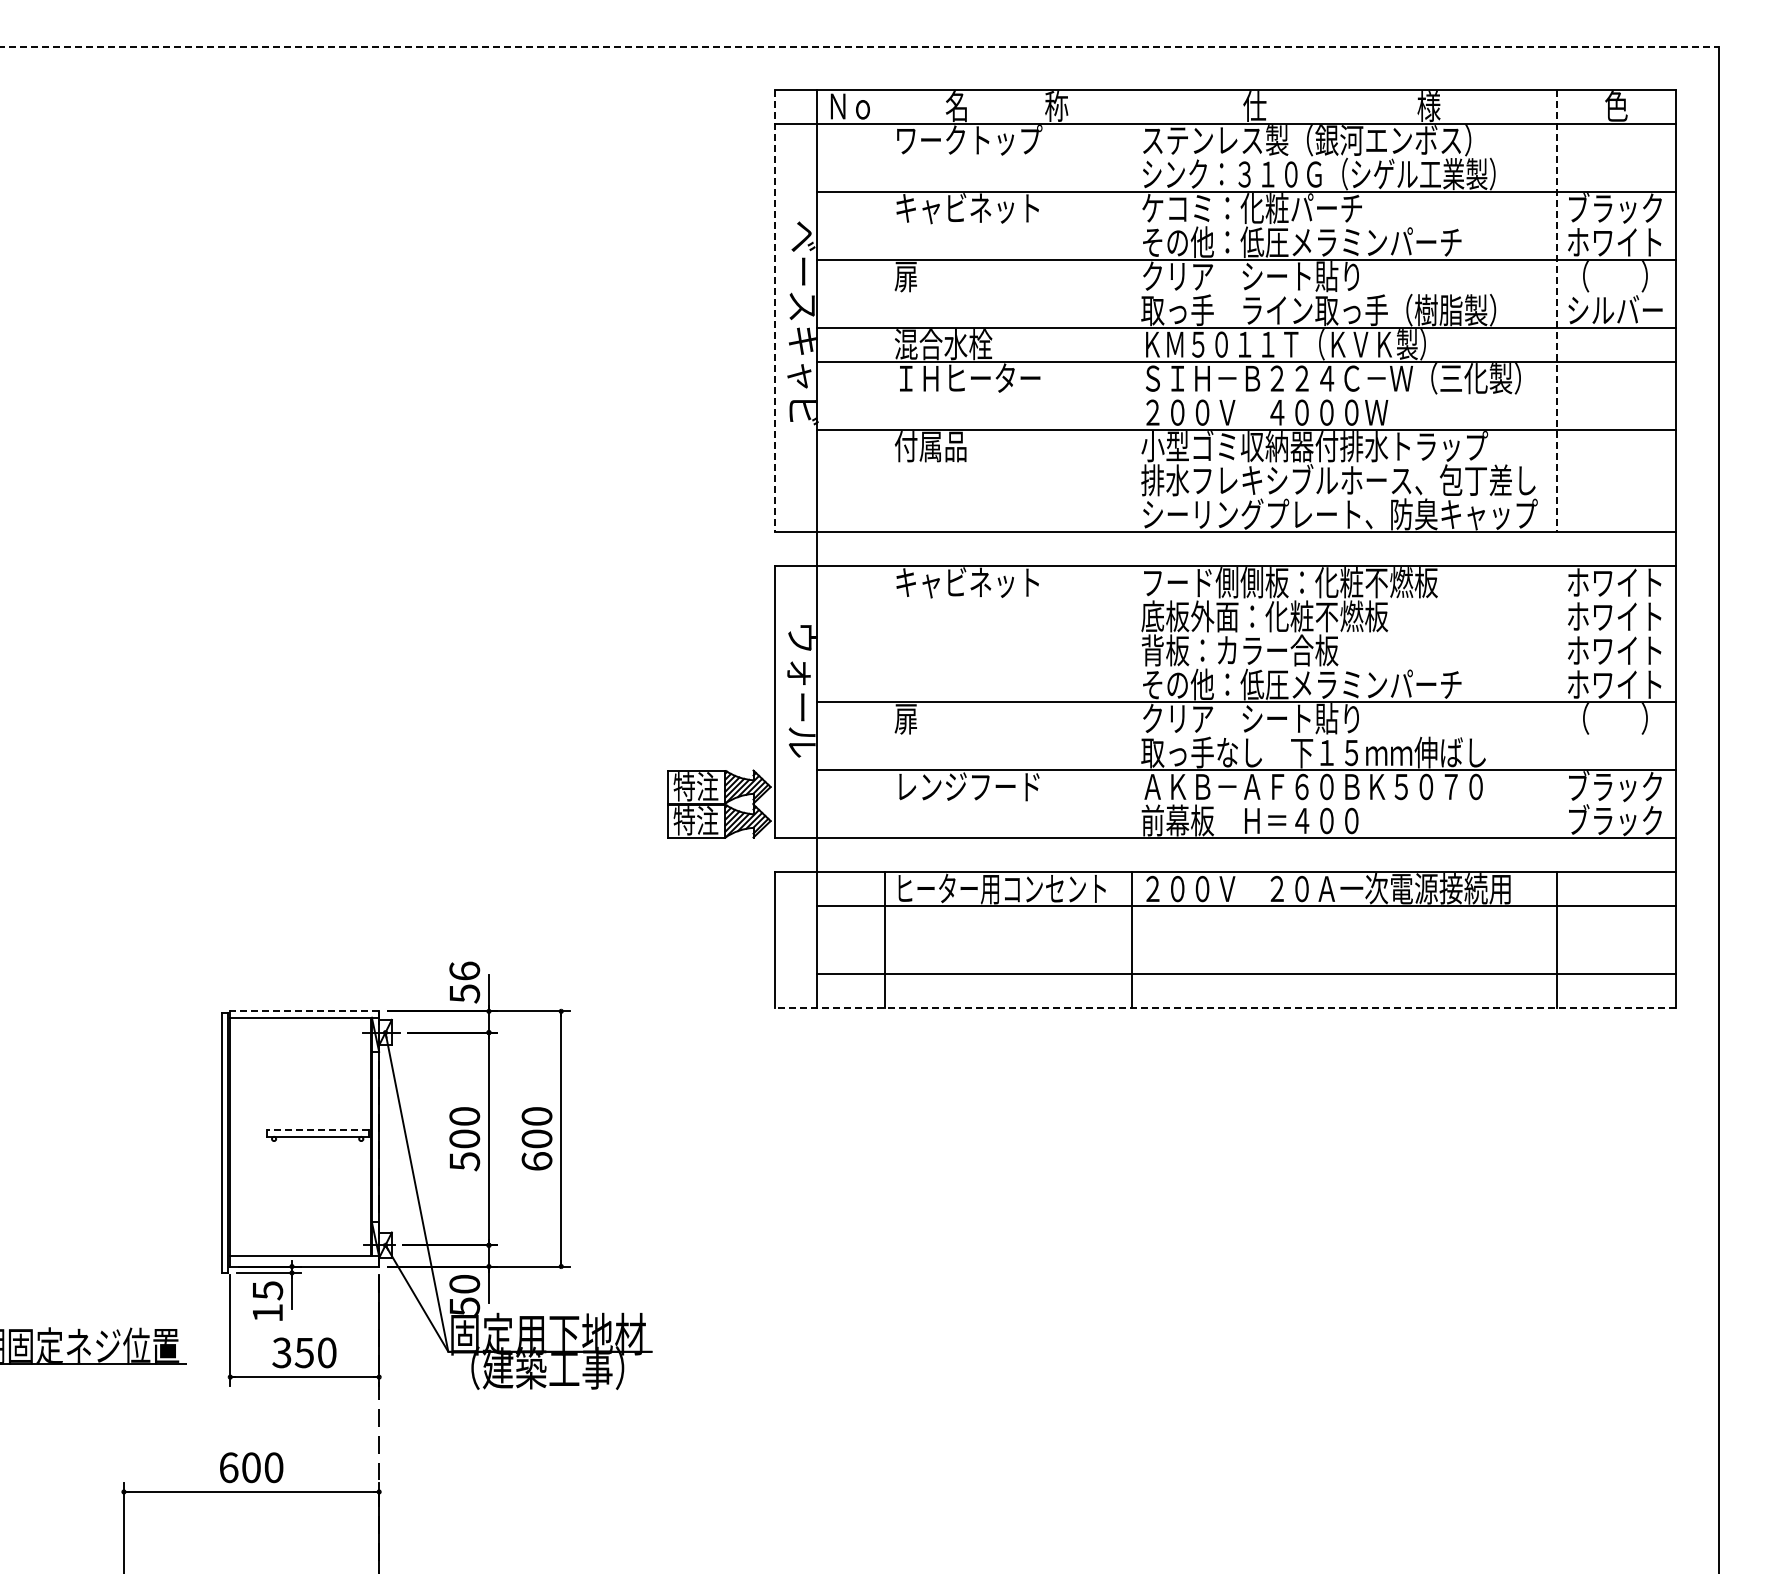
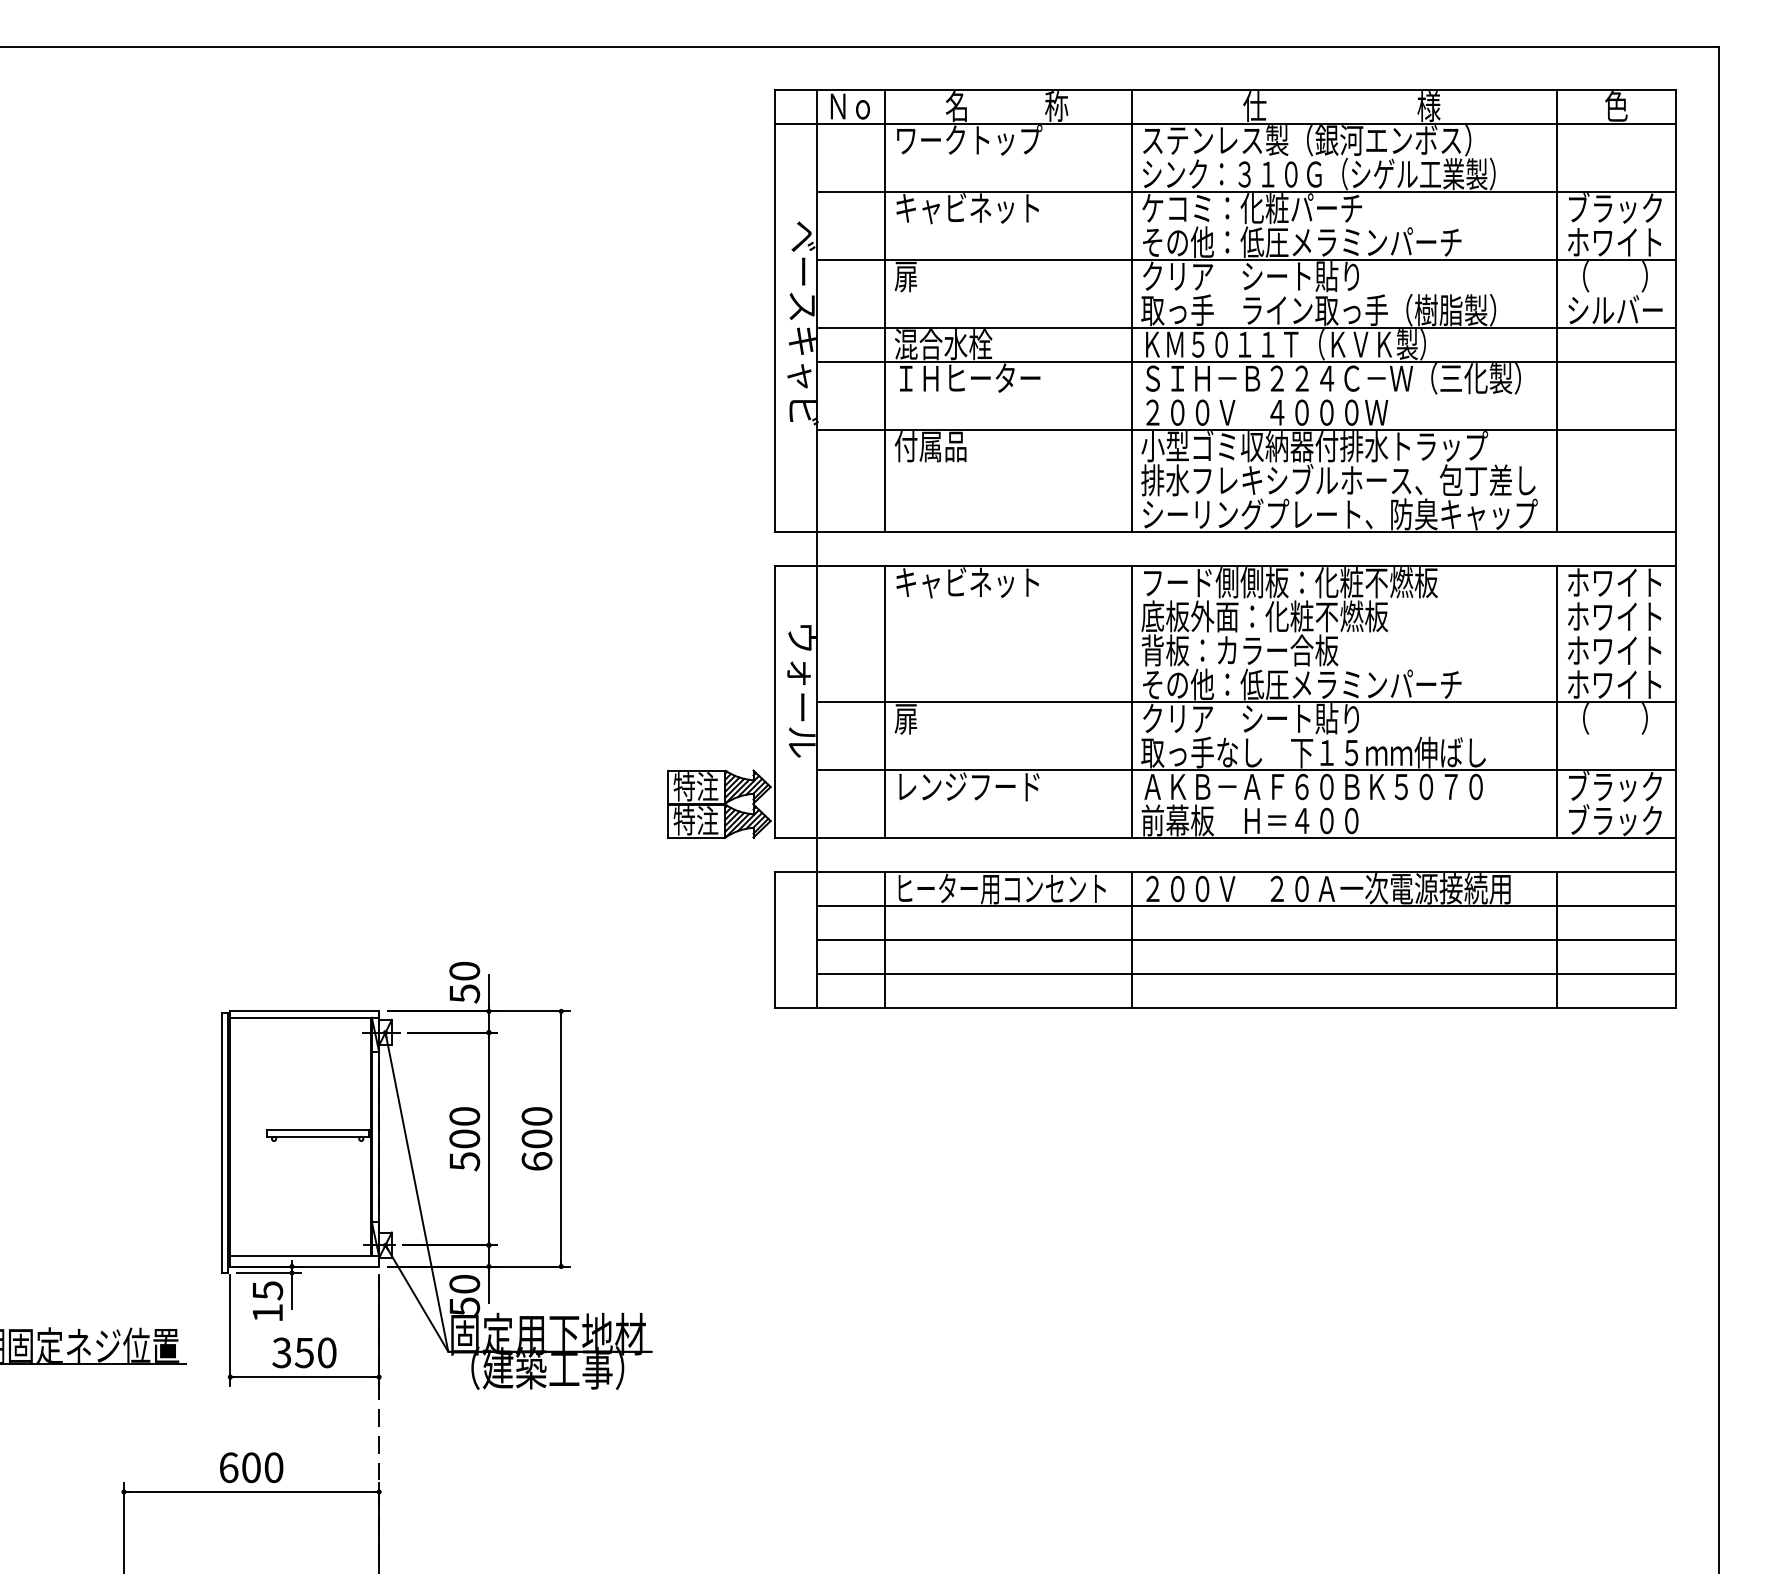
line at (859, 47): dashed -> solid
line at (885, 310): none -> present
line at (1131, 310): none -> present
line at (774, 311): dashed -> solid
line at (1557, 311): dashed -> solid
line at (885, 701): none -> present
line at (1131, 701): none -> present
line at (1557, 701): none -> present
line at (1246, 940): none -> present
text at (464, 970): 56 -> 50
line at (1225, 1008): dashed -> solid
line at (304, 1011): dashed -> solid
line at (317, 1130): dashed -> solid
